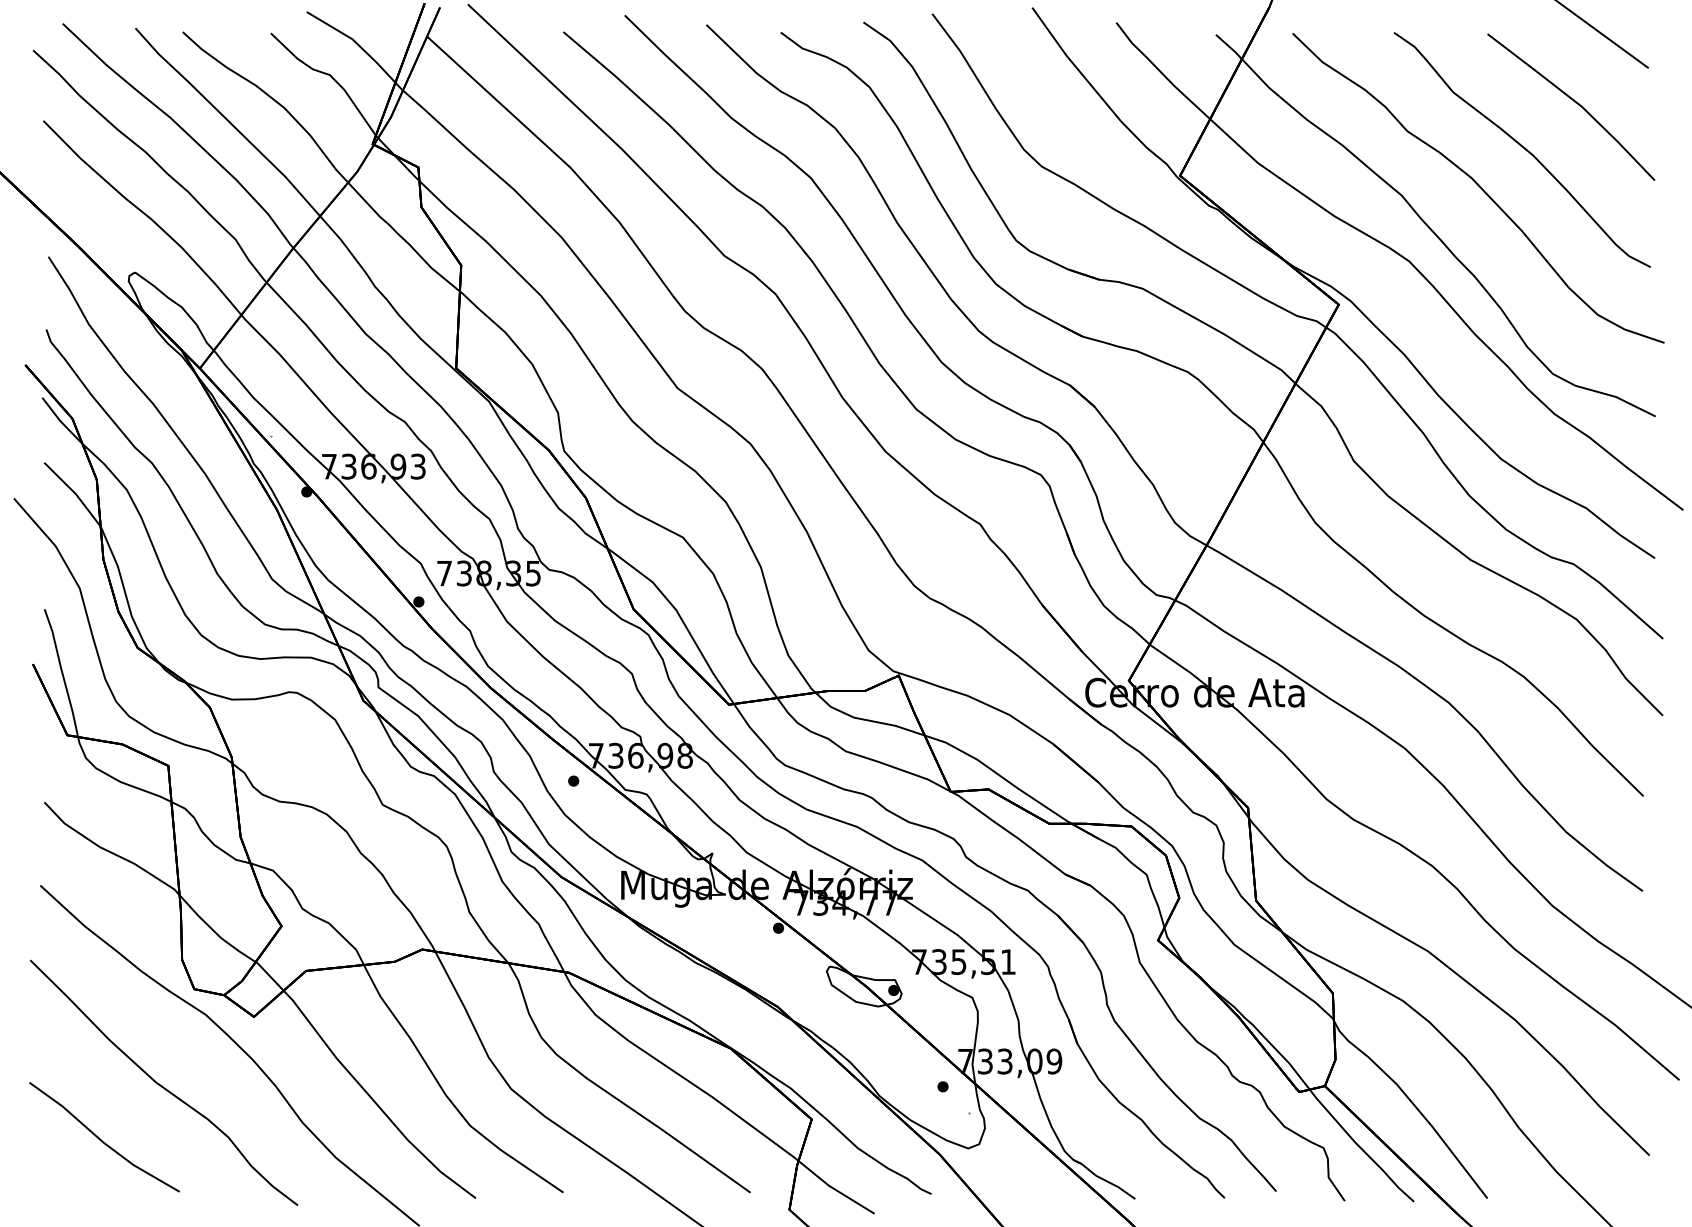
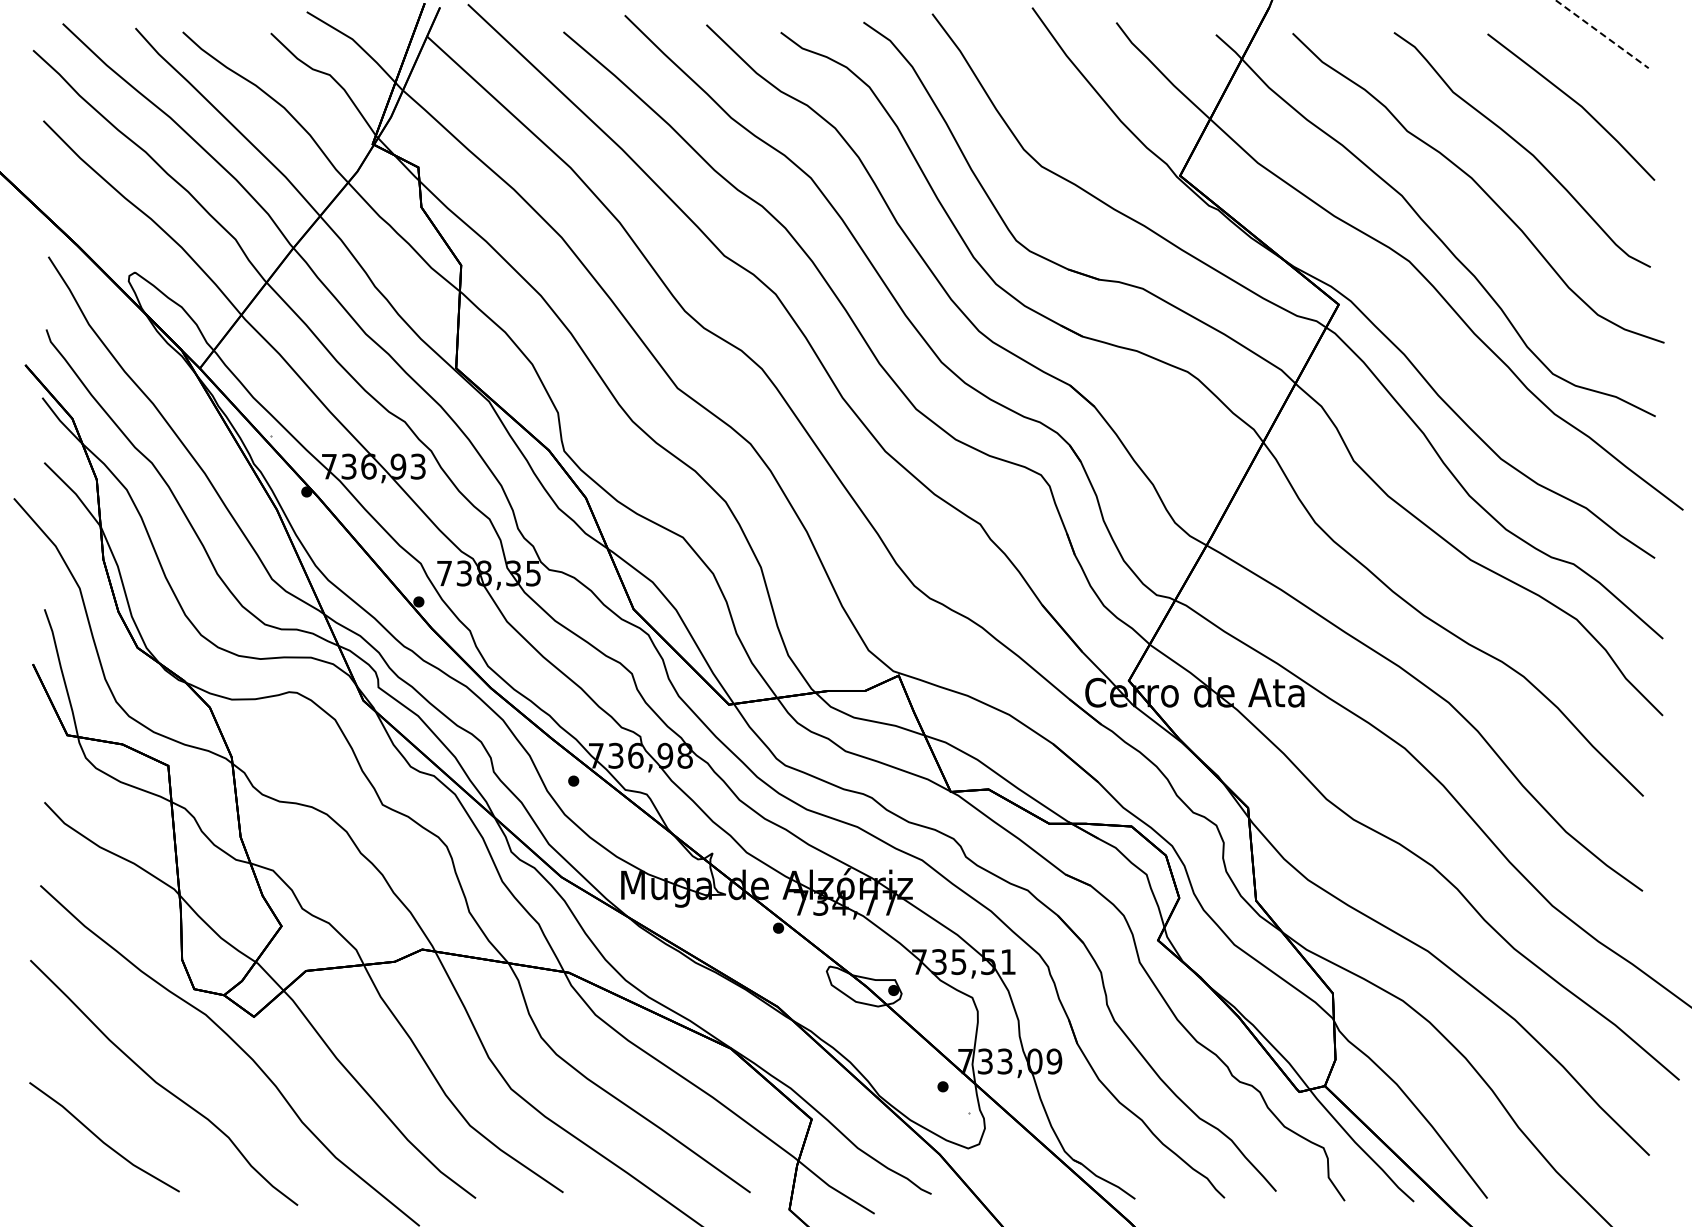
line at (1602, 34): solid -> dashed
